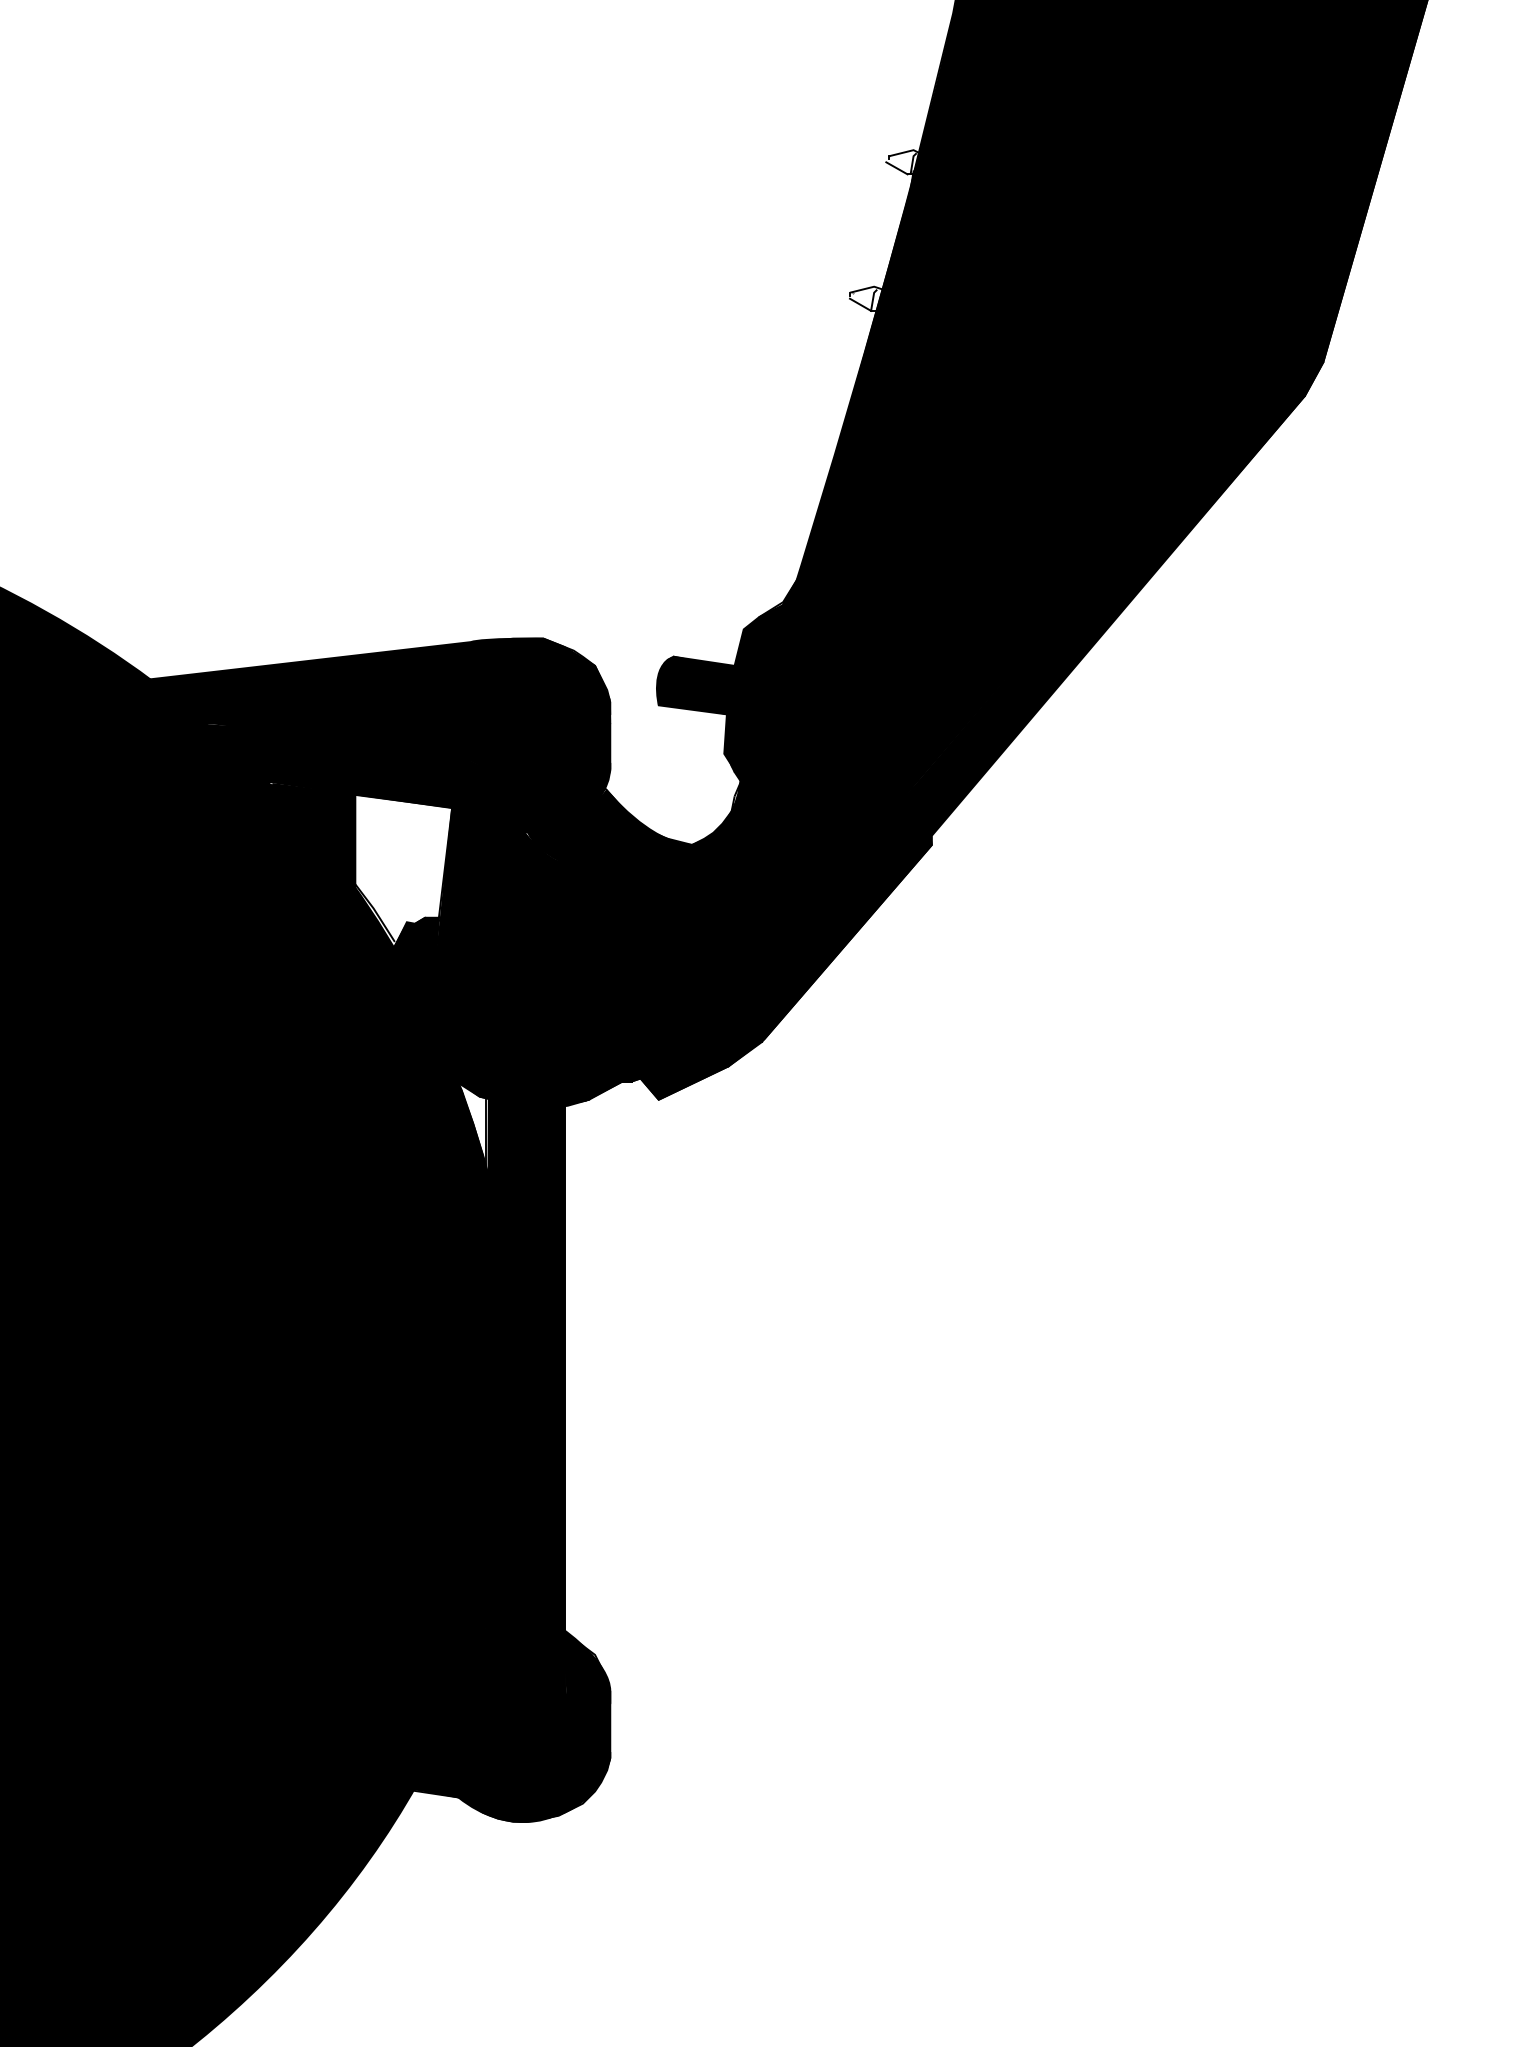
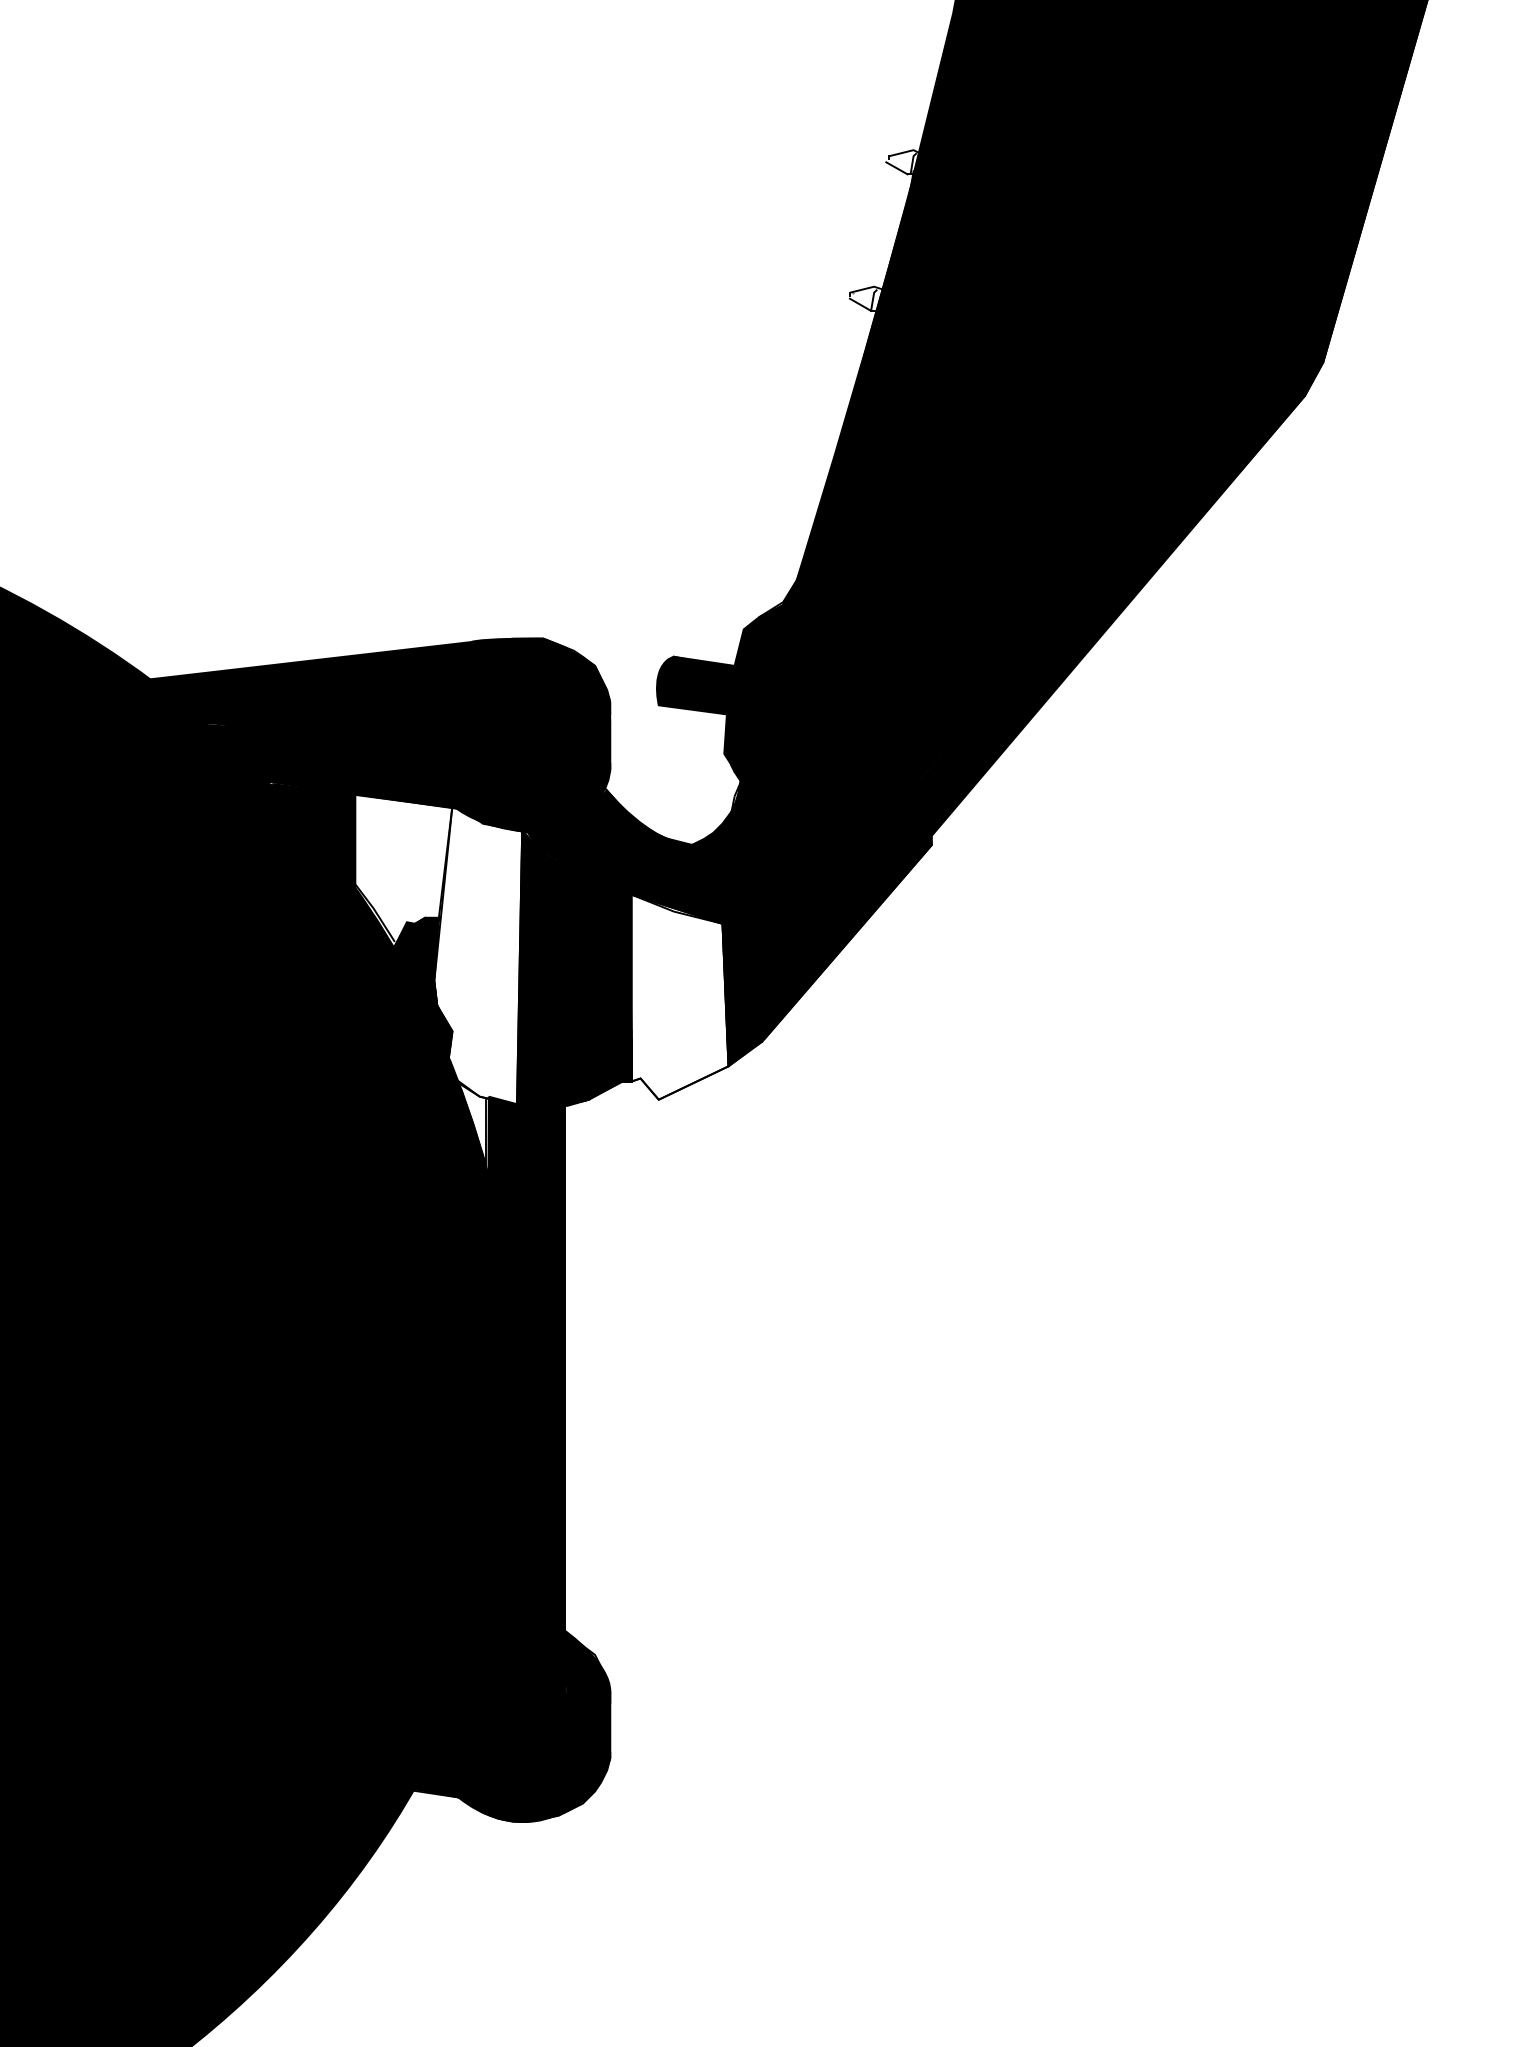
fill at (478, 955): present -> none
fill at (679, 996): present -> none
